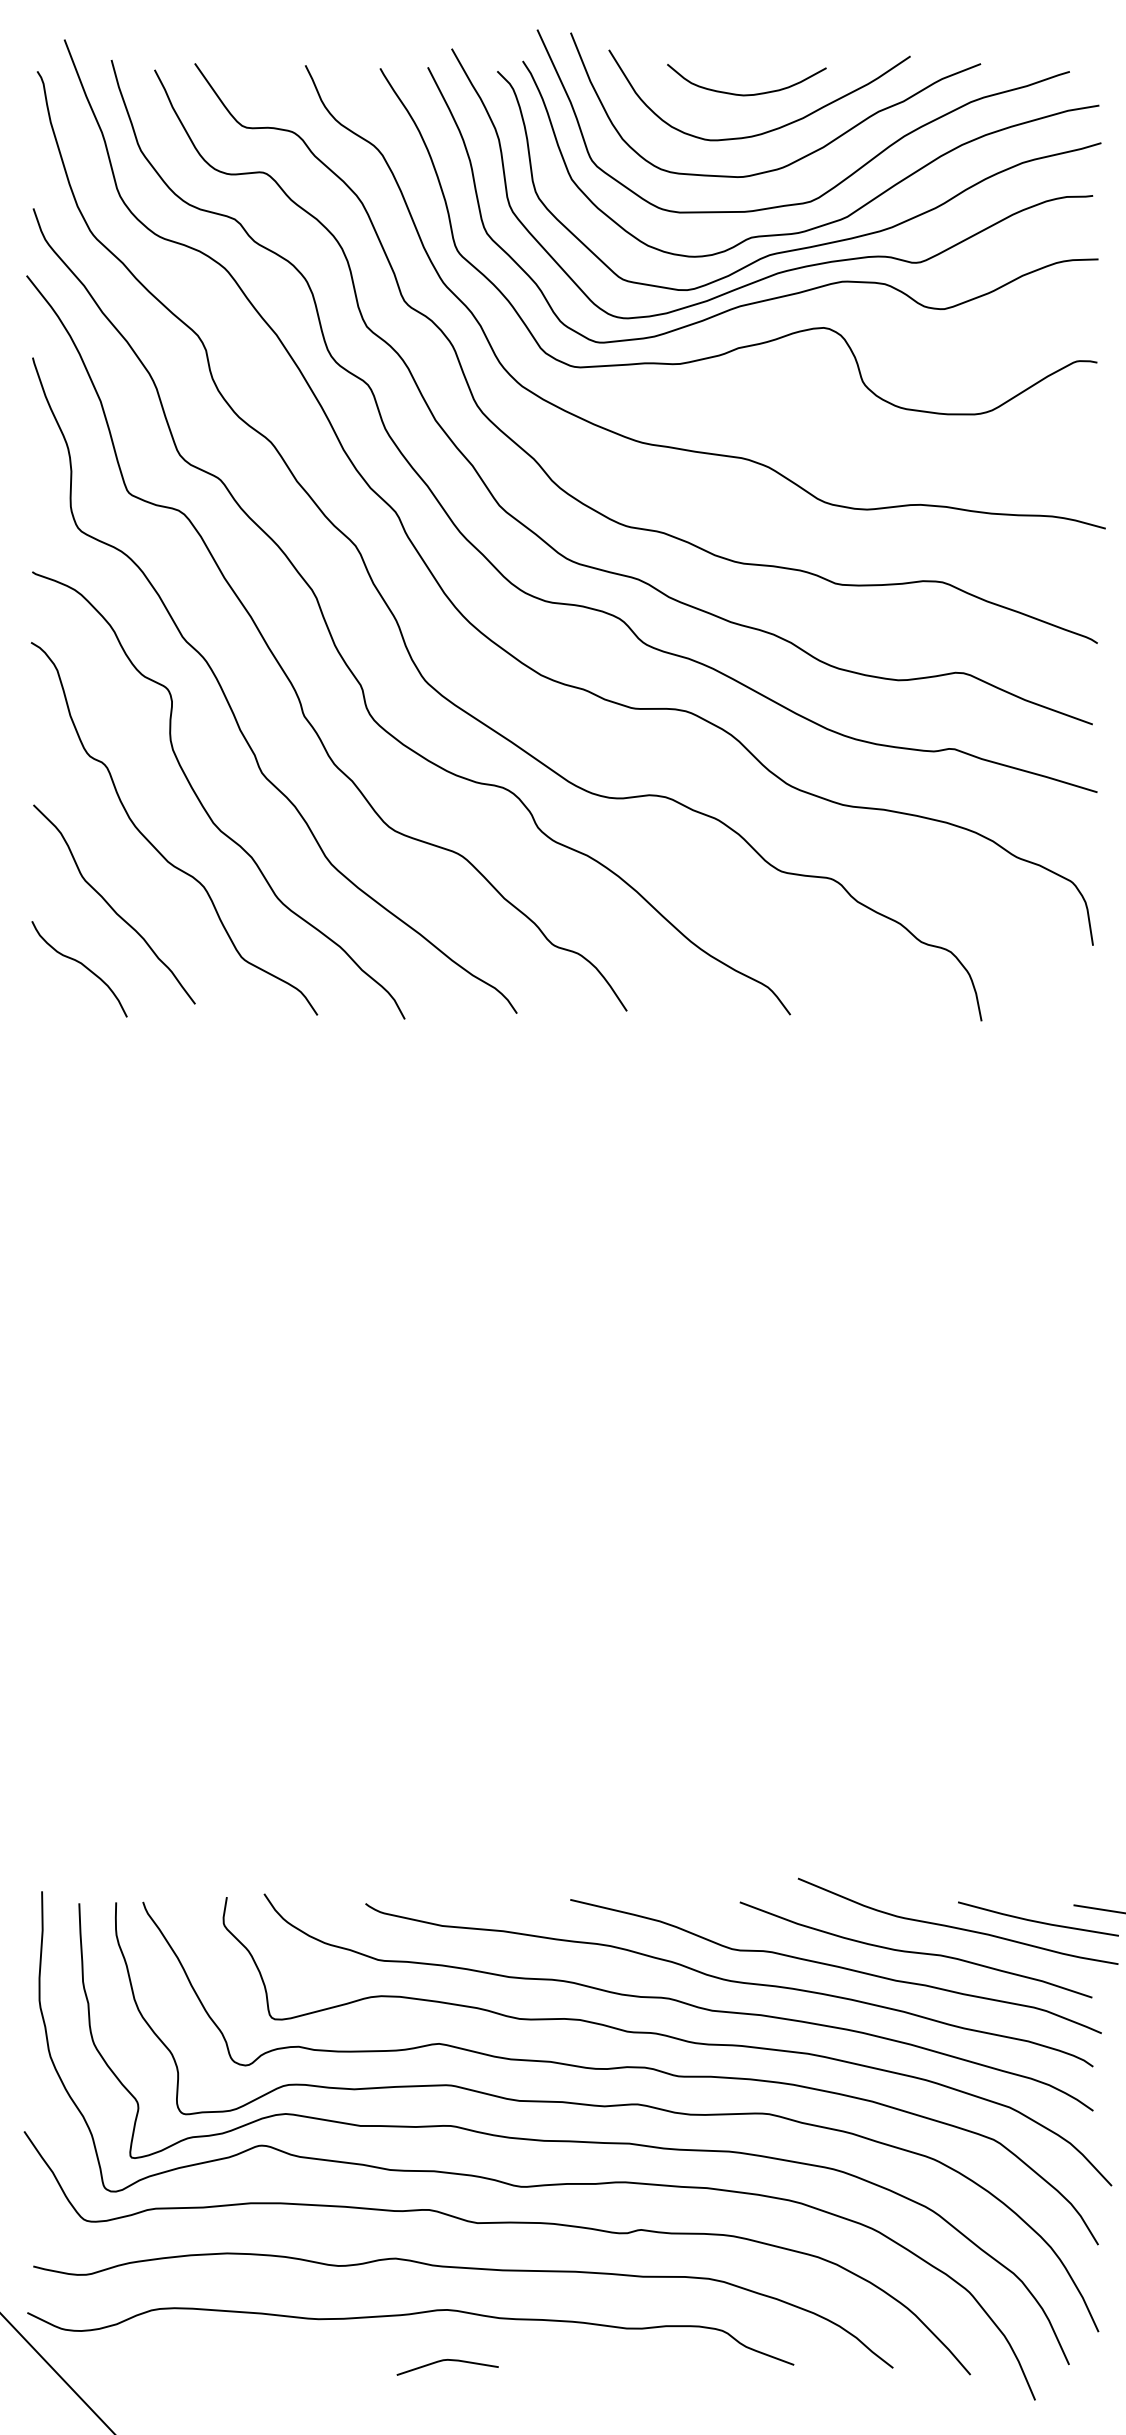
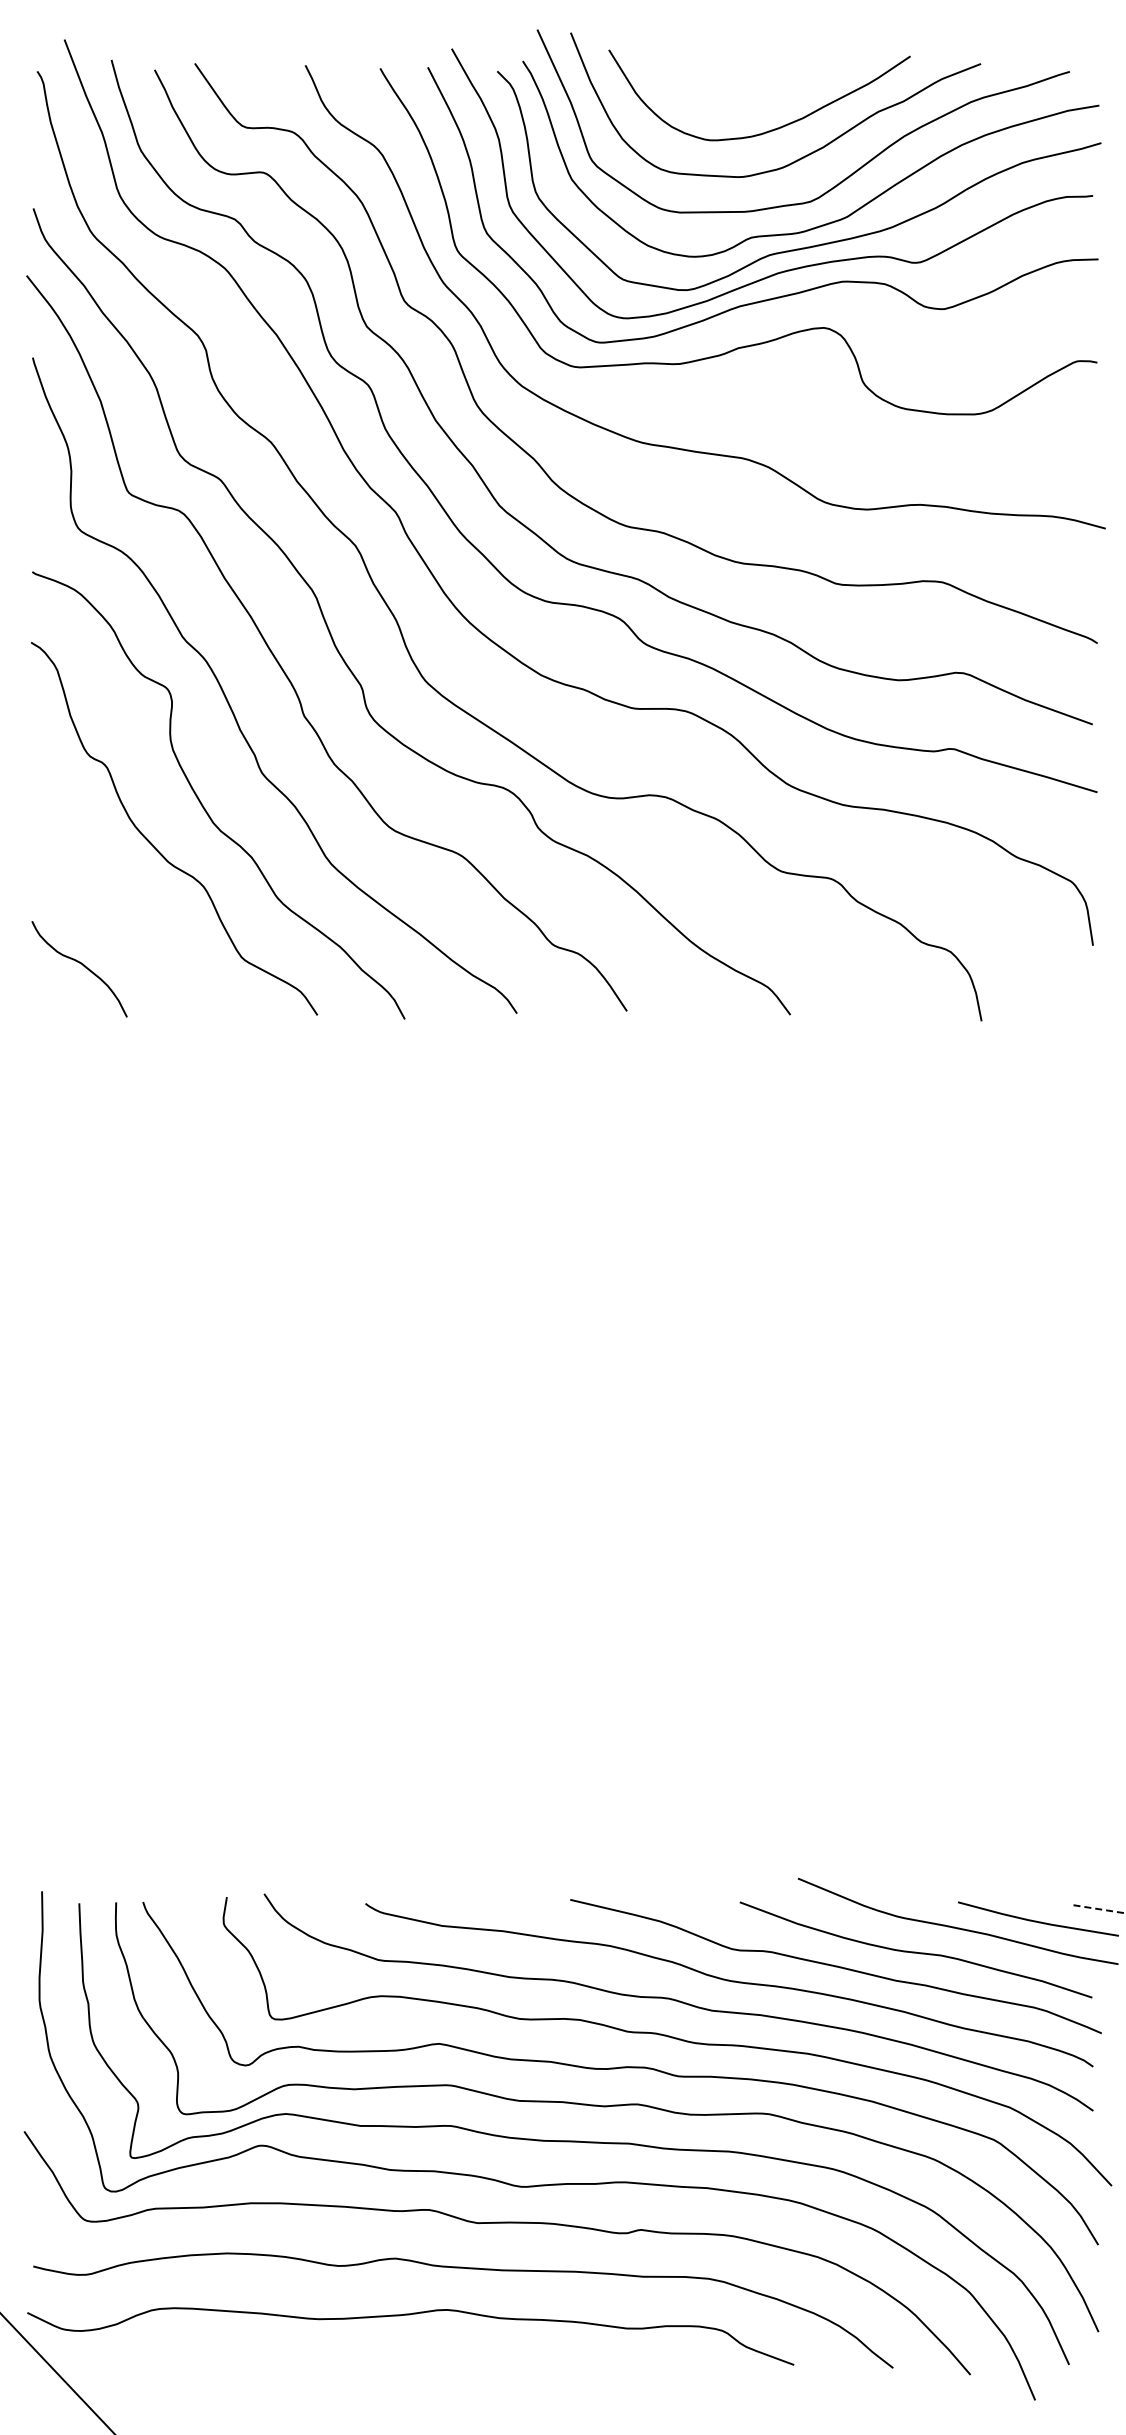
curve at (746, 94): present -> none
curve at (111, 906): present -> none
line at (1099, 1909): solid -> dashed
curve at (447, 2360): present -> none
